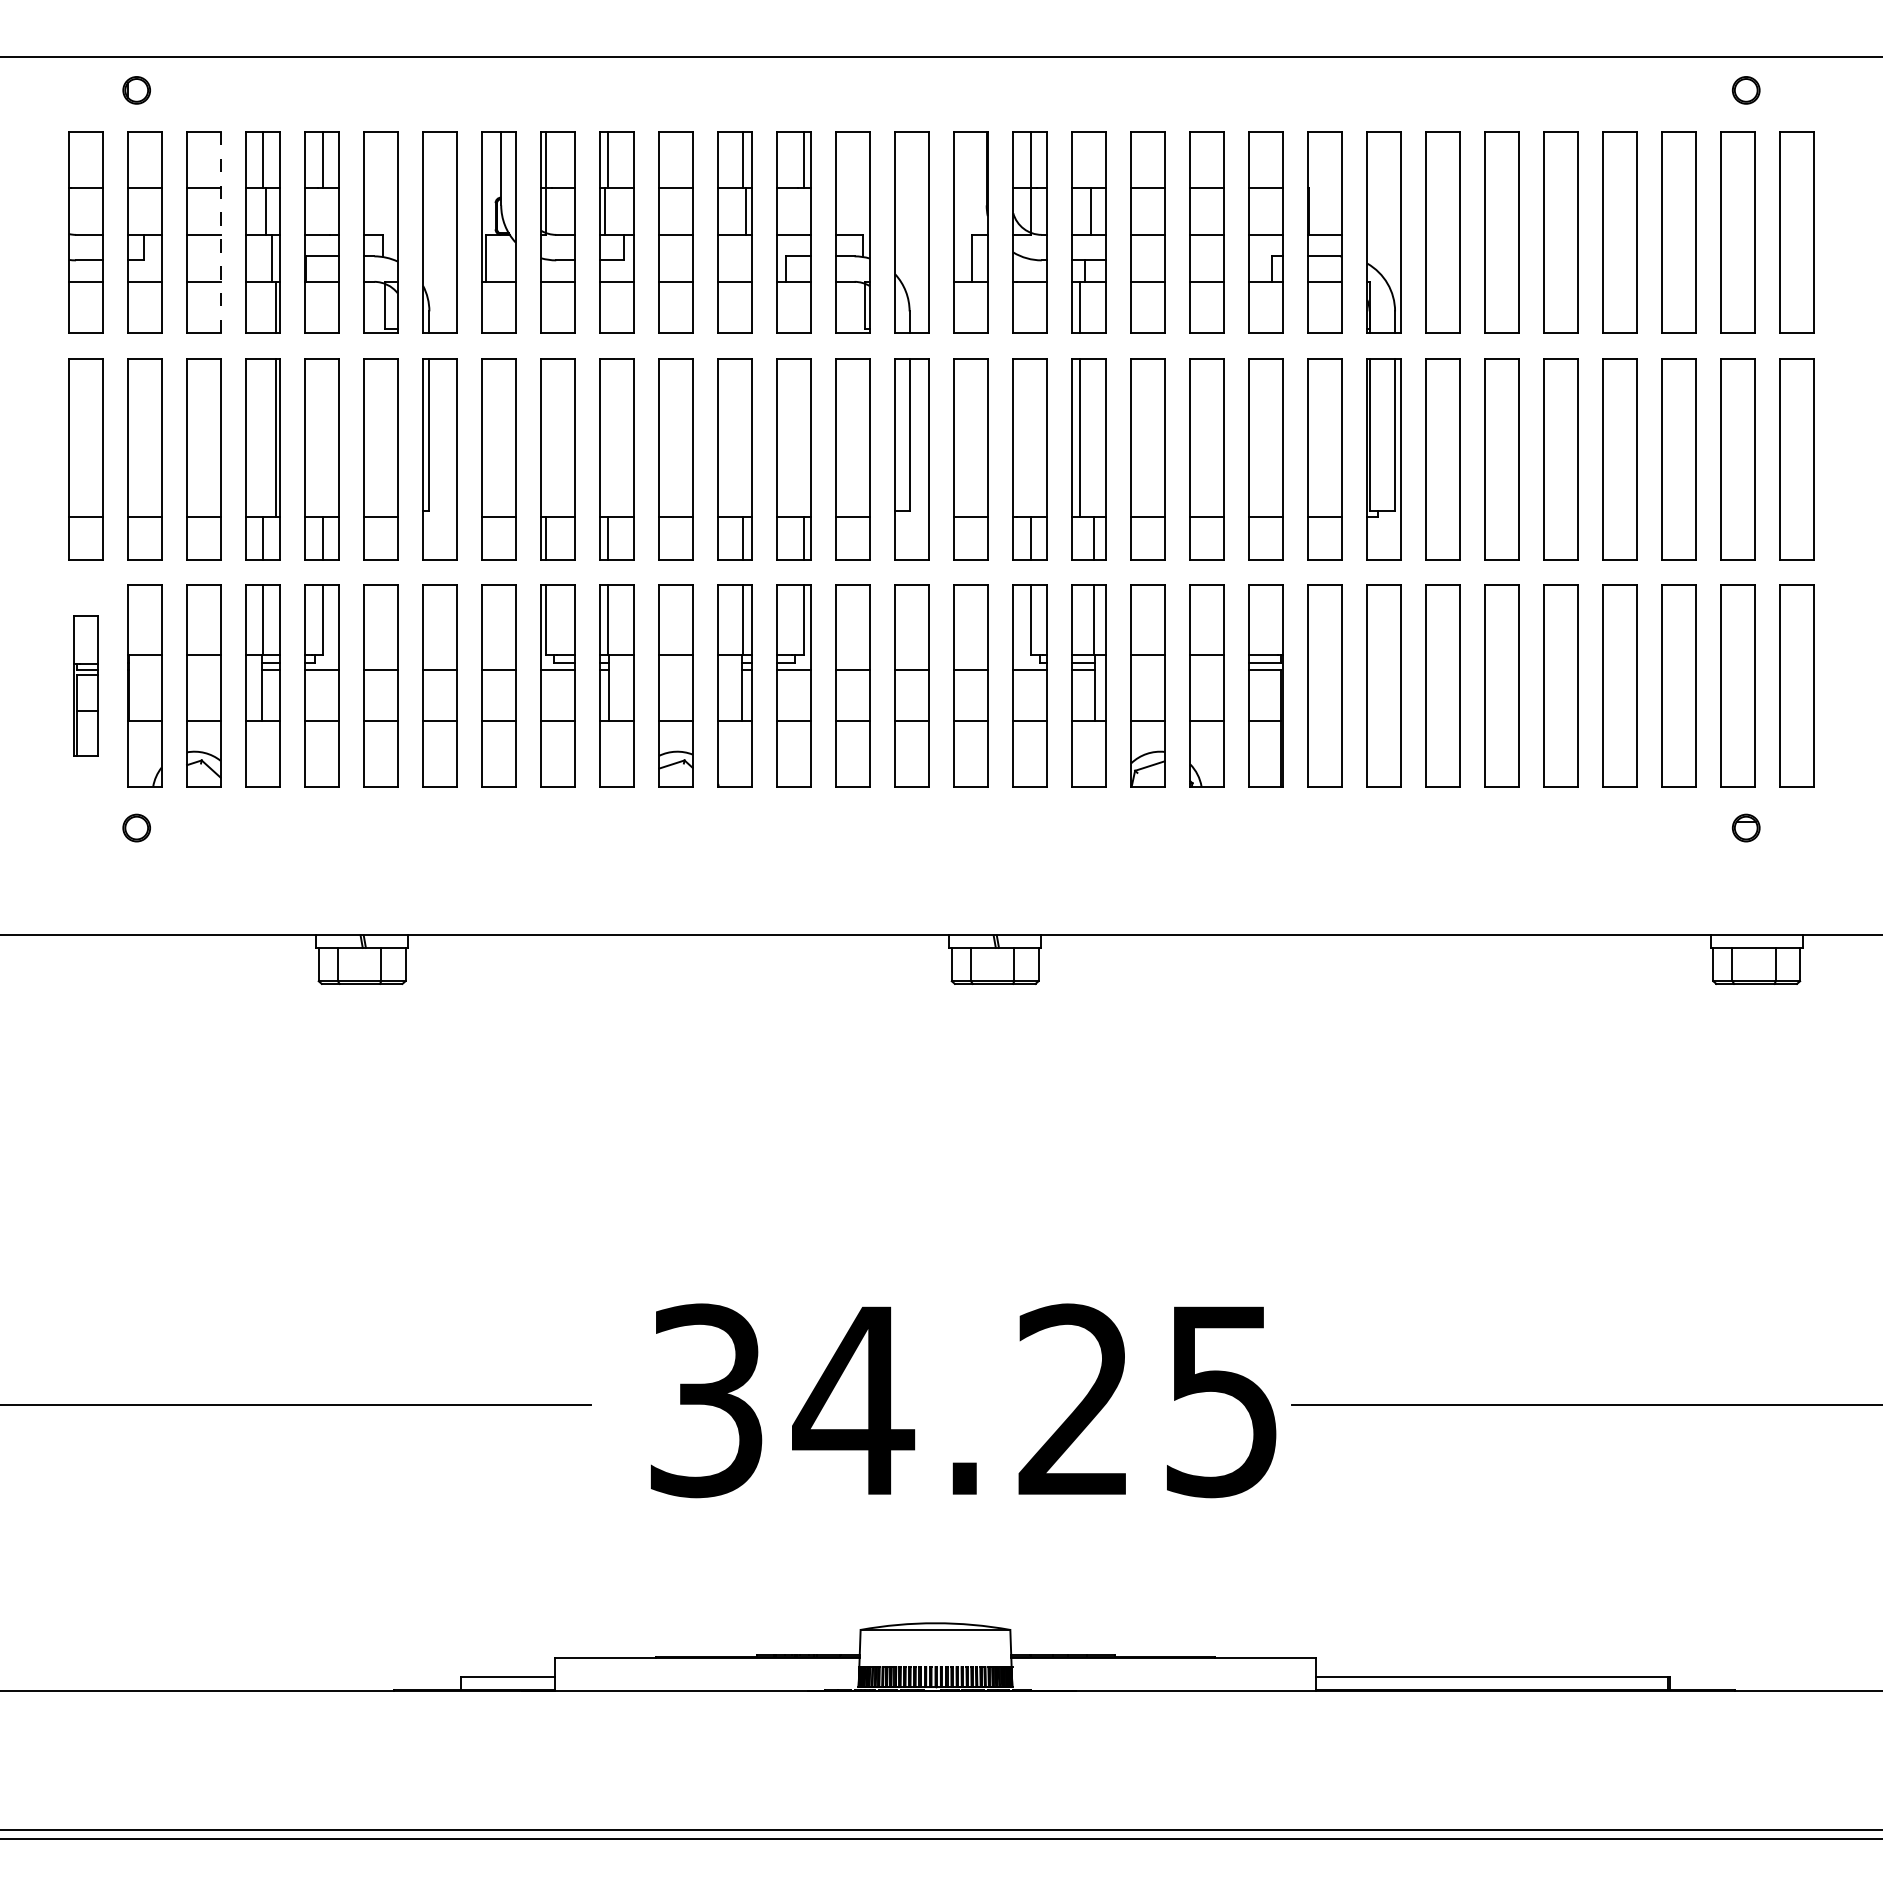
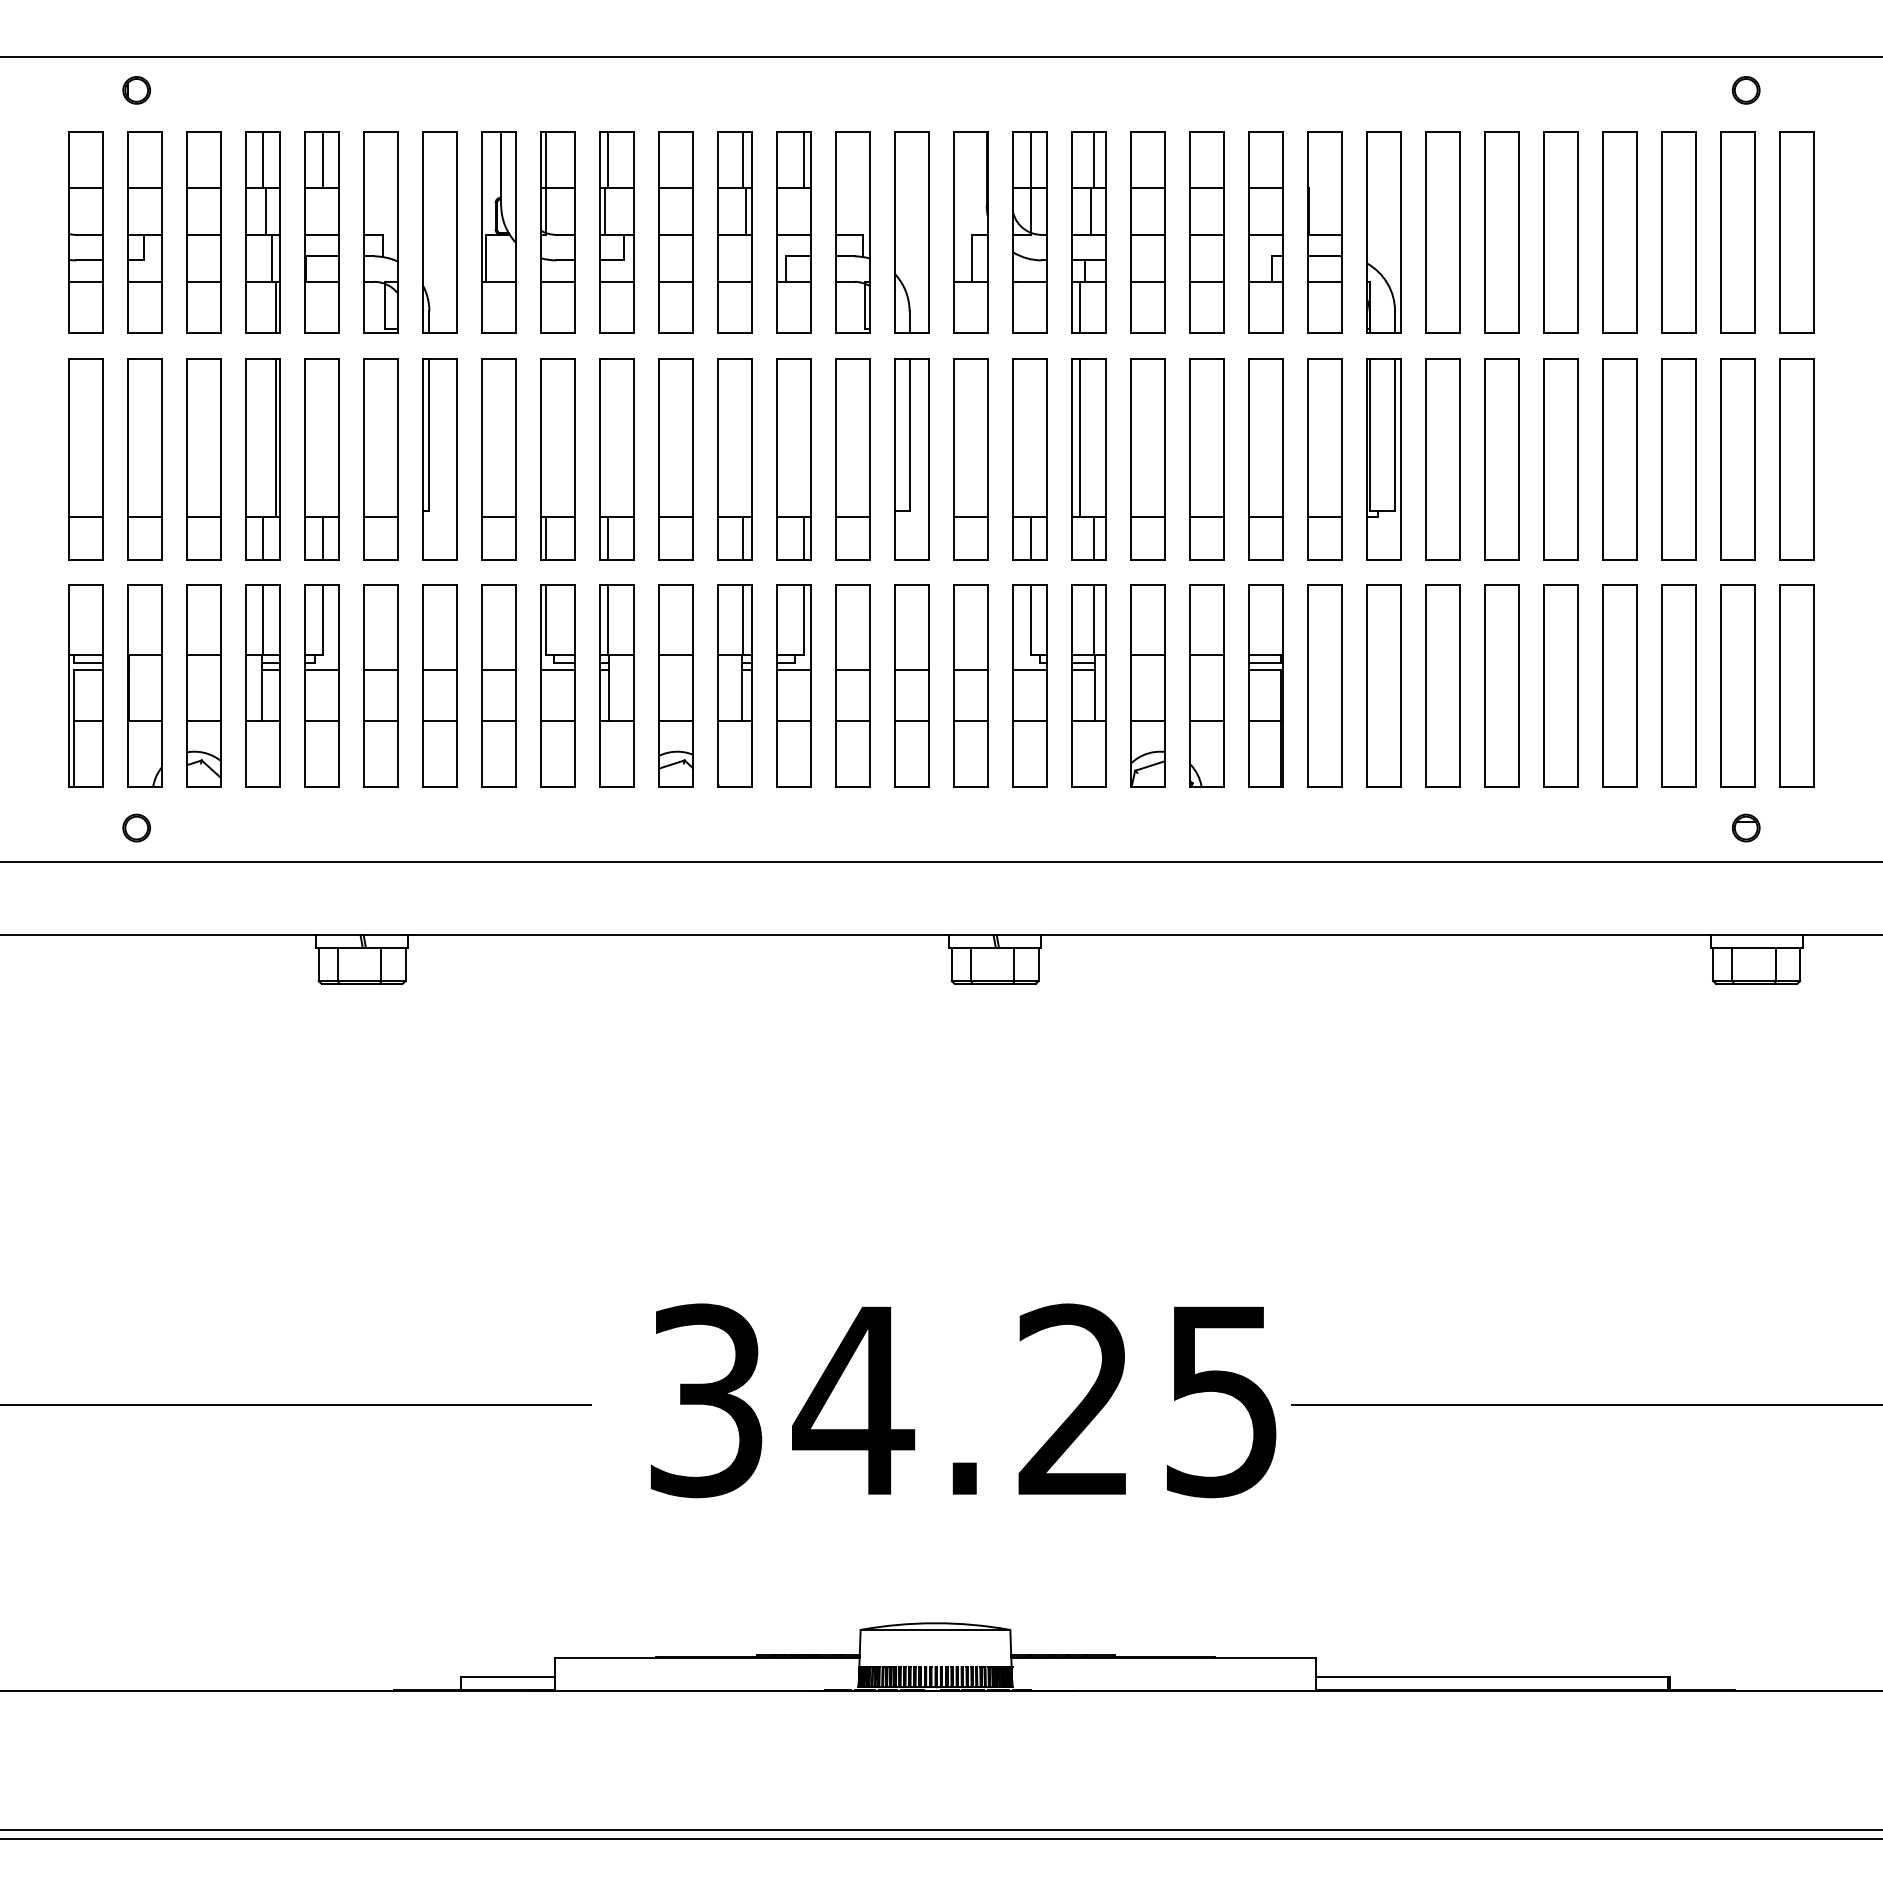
line at (1093, 159): none -> present
line at (220, 232): dashed -> solid
part at (85, 685) size: 26x142 px -> 36x204 px
line at (940, 861): none -> present
